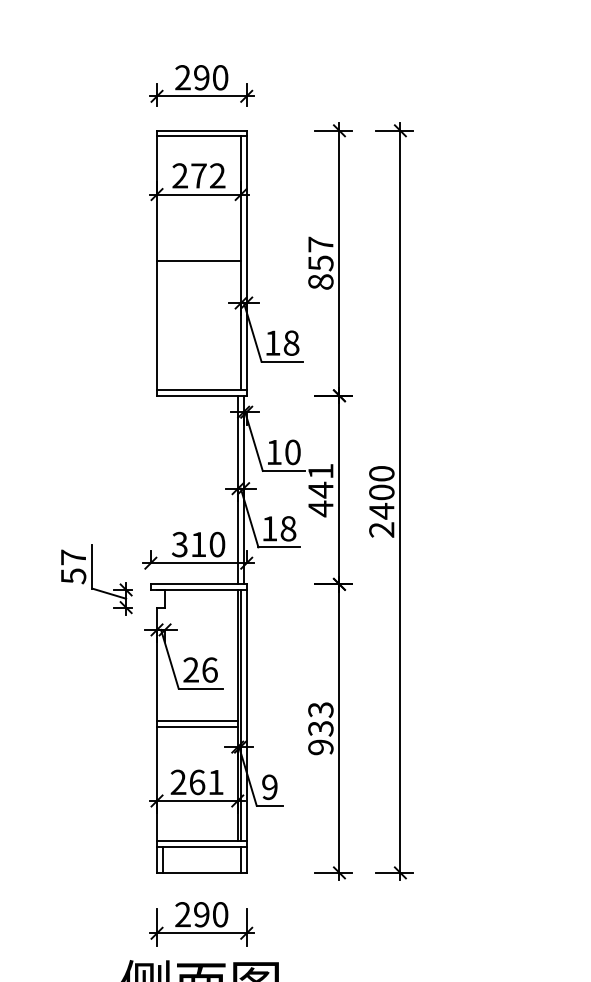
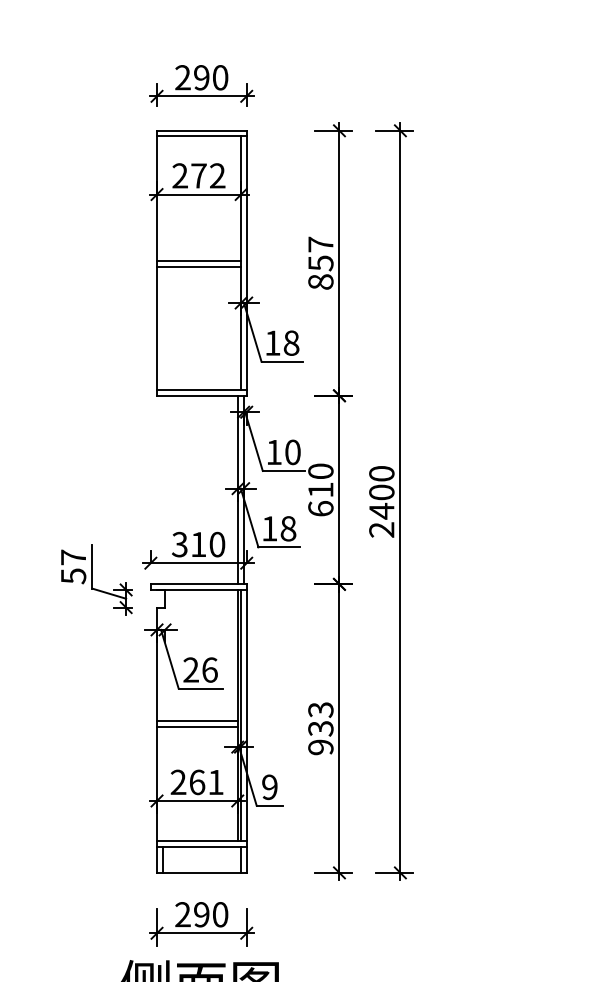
line at (199, 266): none -> present
text at (320, 490): 441 -> 610
